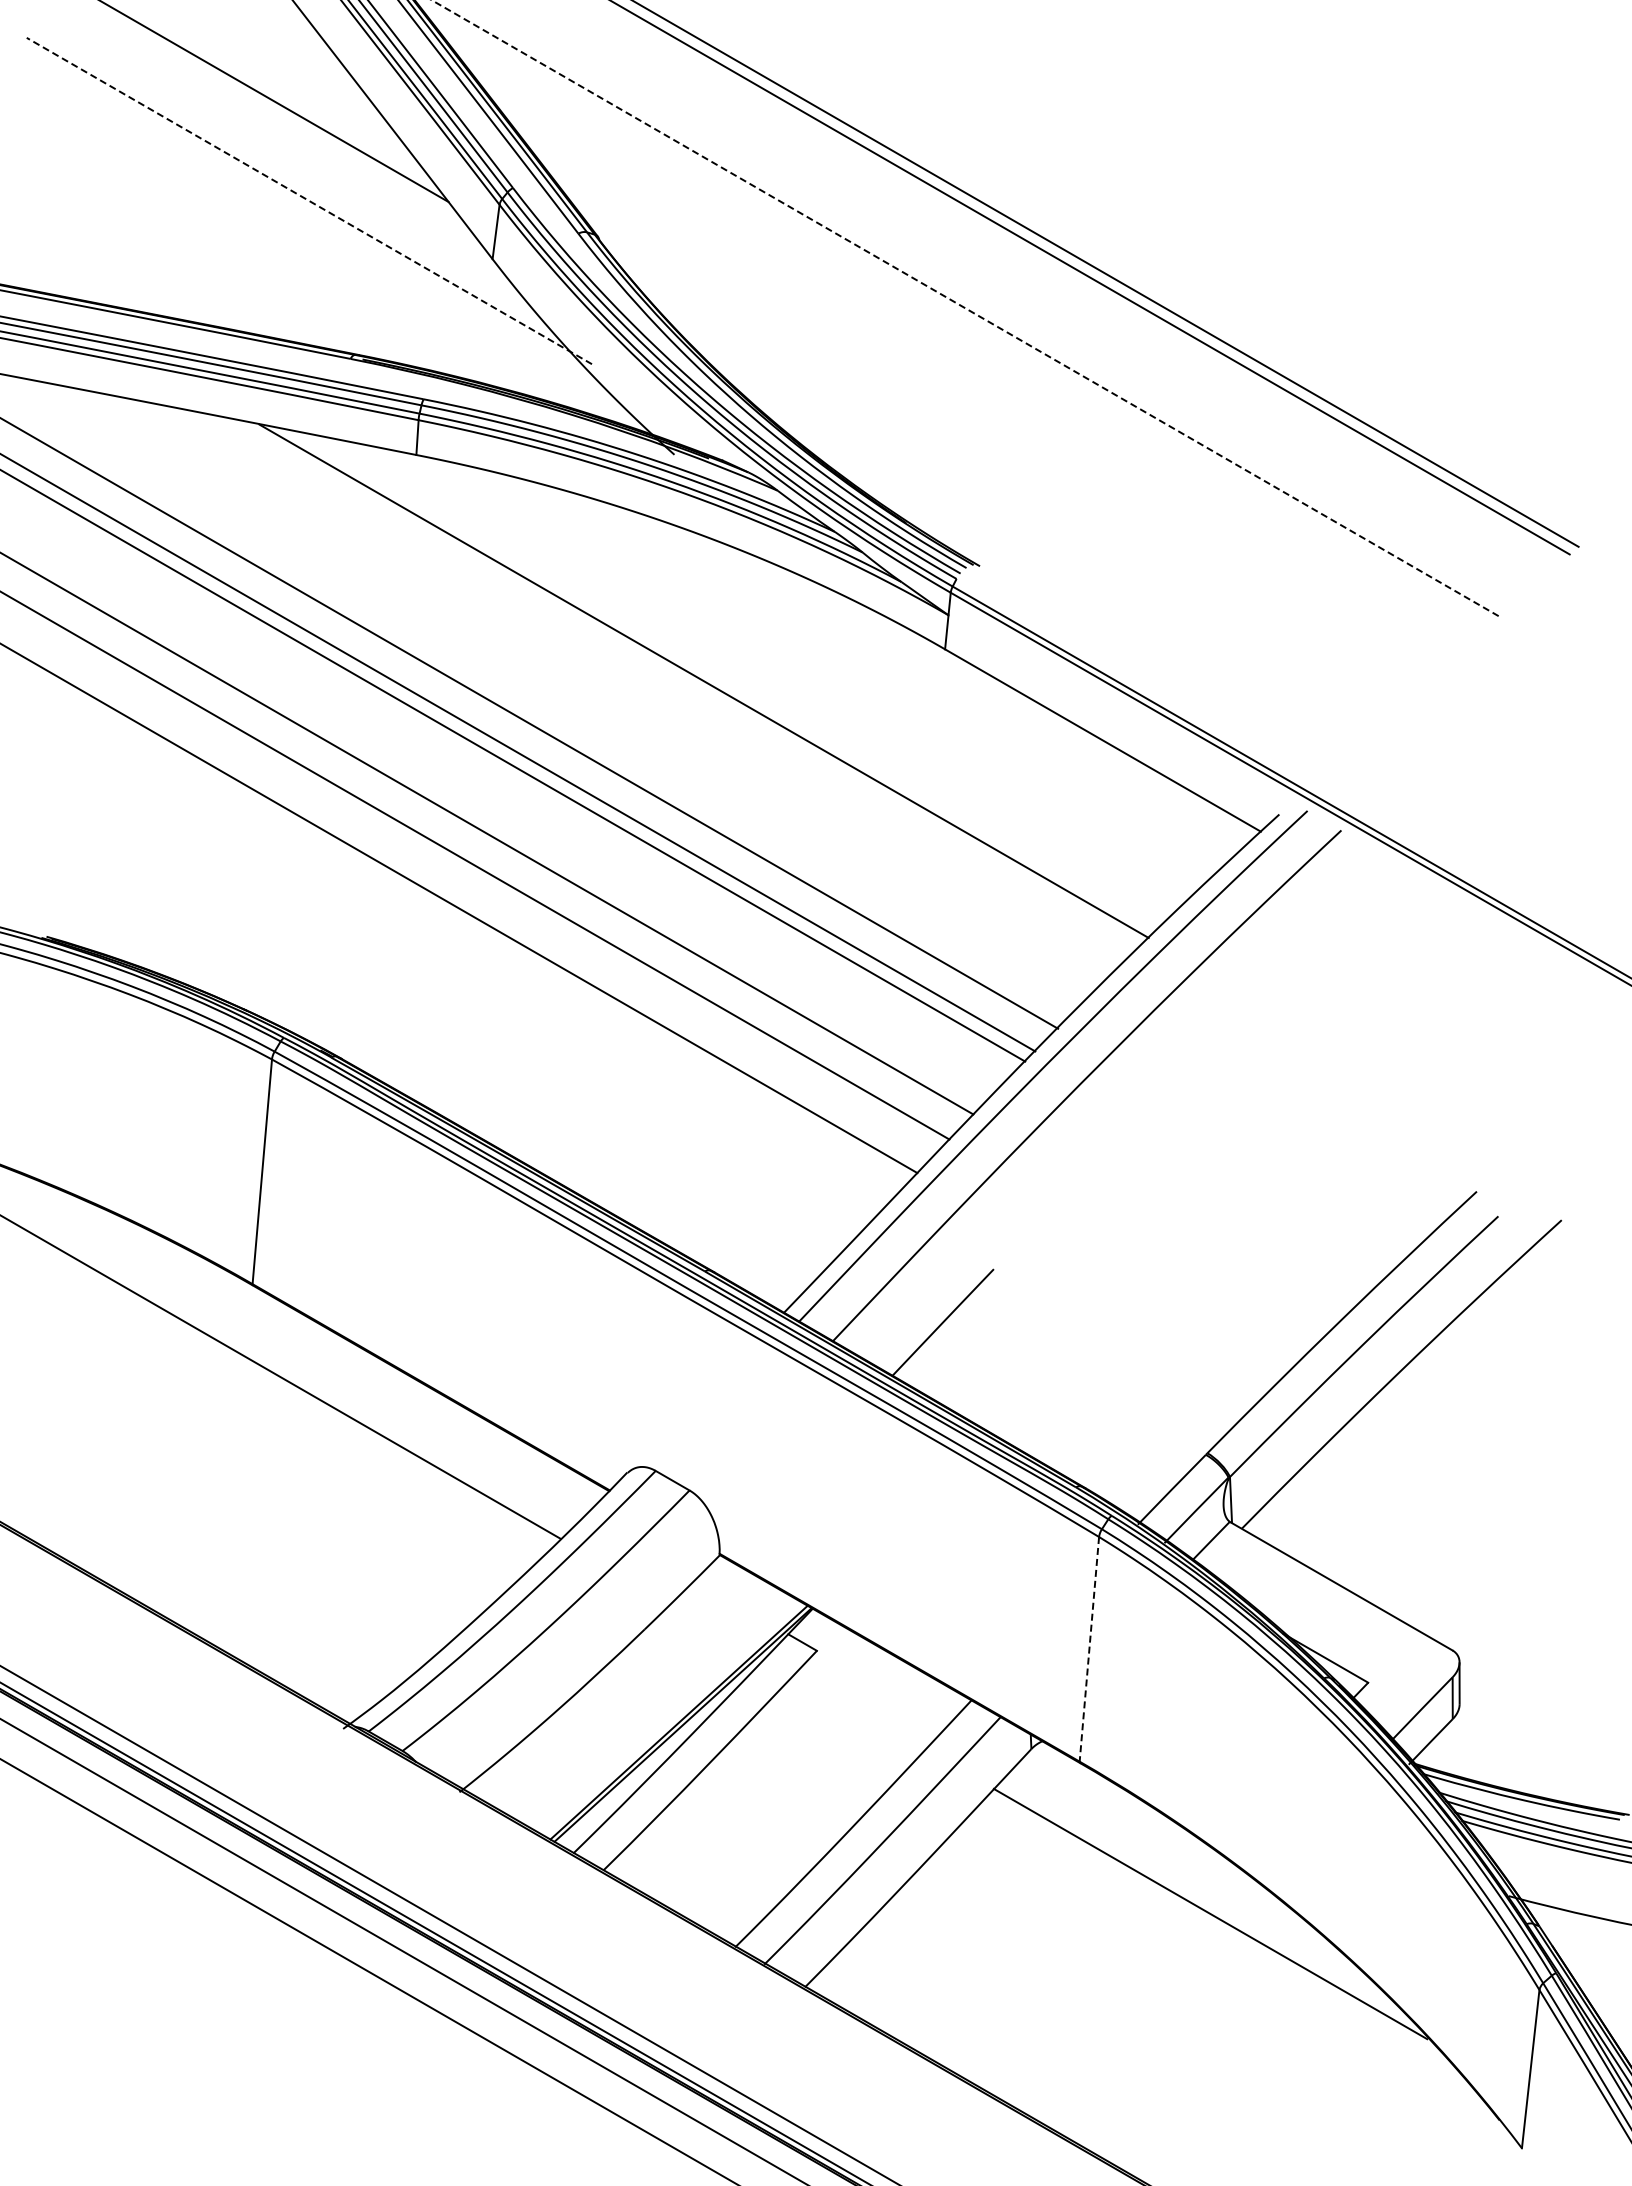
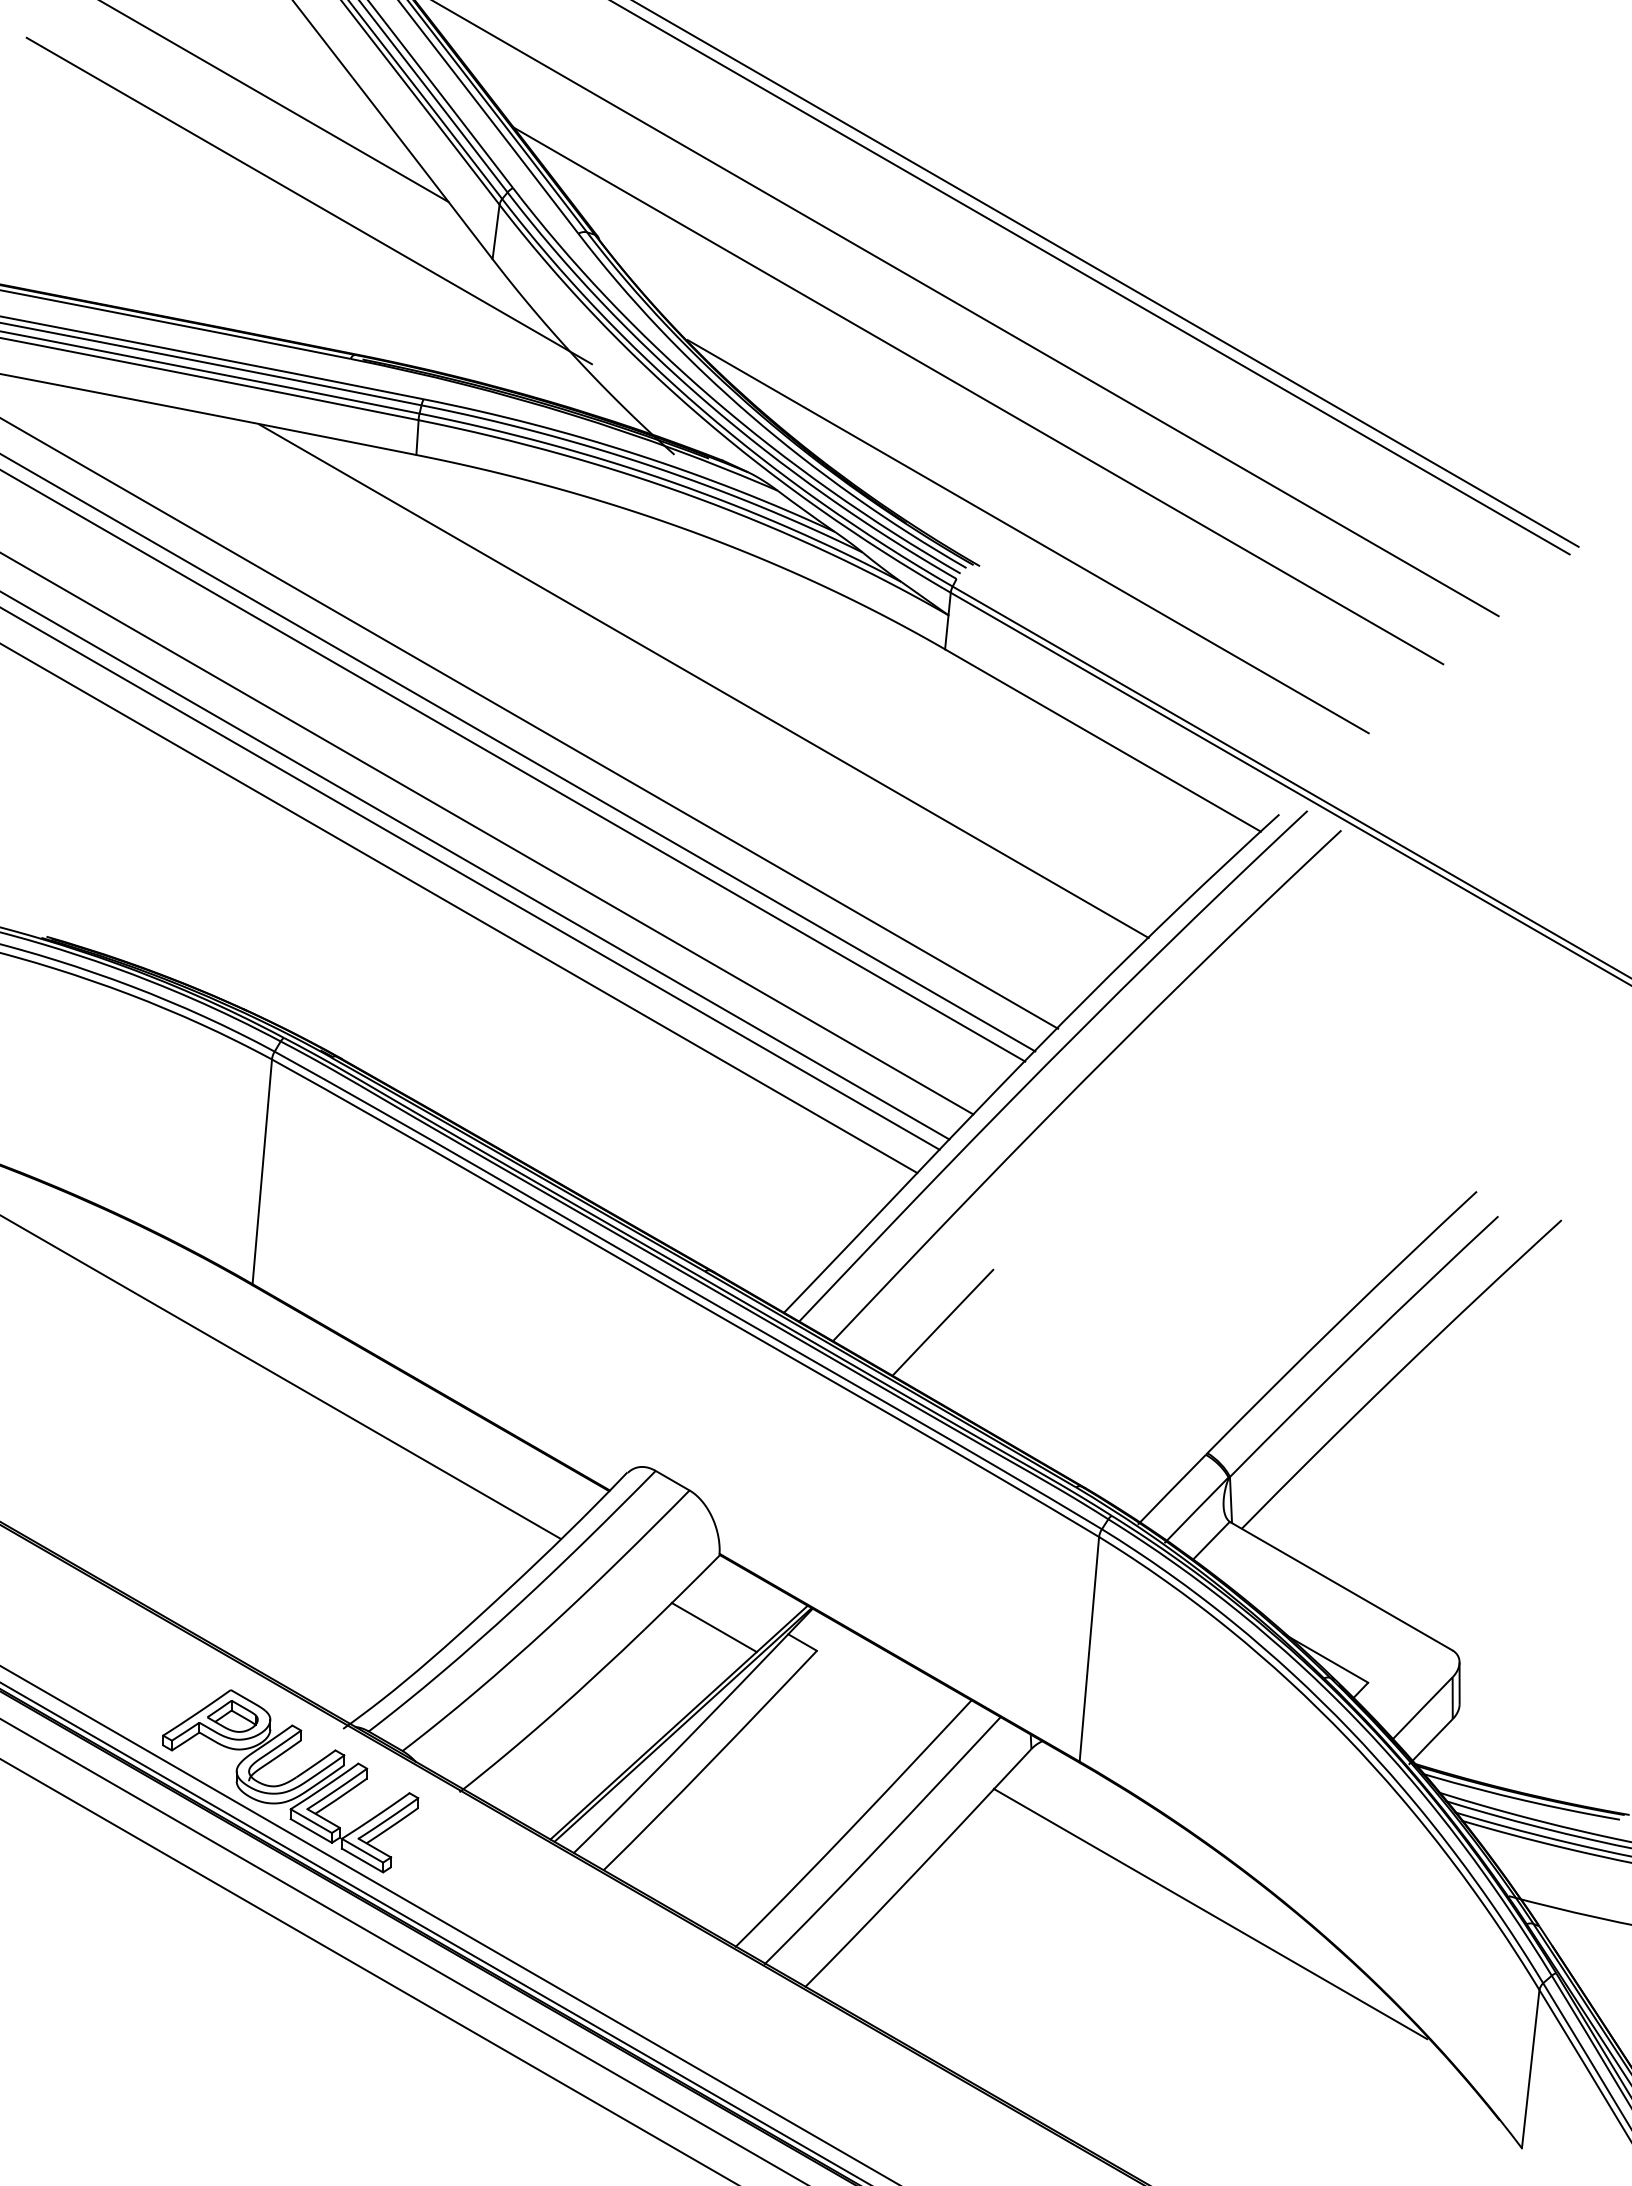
line at (308, 200): dashed -> solid
line at (965, 308): dashed -> solid
line at (978, 395): none -> present
line at (1027, 536): none -> present
line at (470, 878): none -> present
line at (713, 1627): none -> present
line at (1089, 1649): dashed -> solid
part at (290, 1781): none -> present
